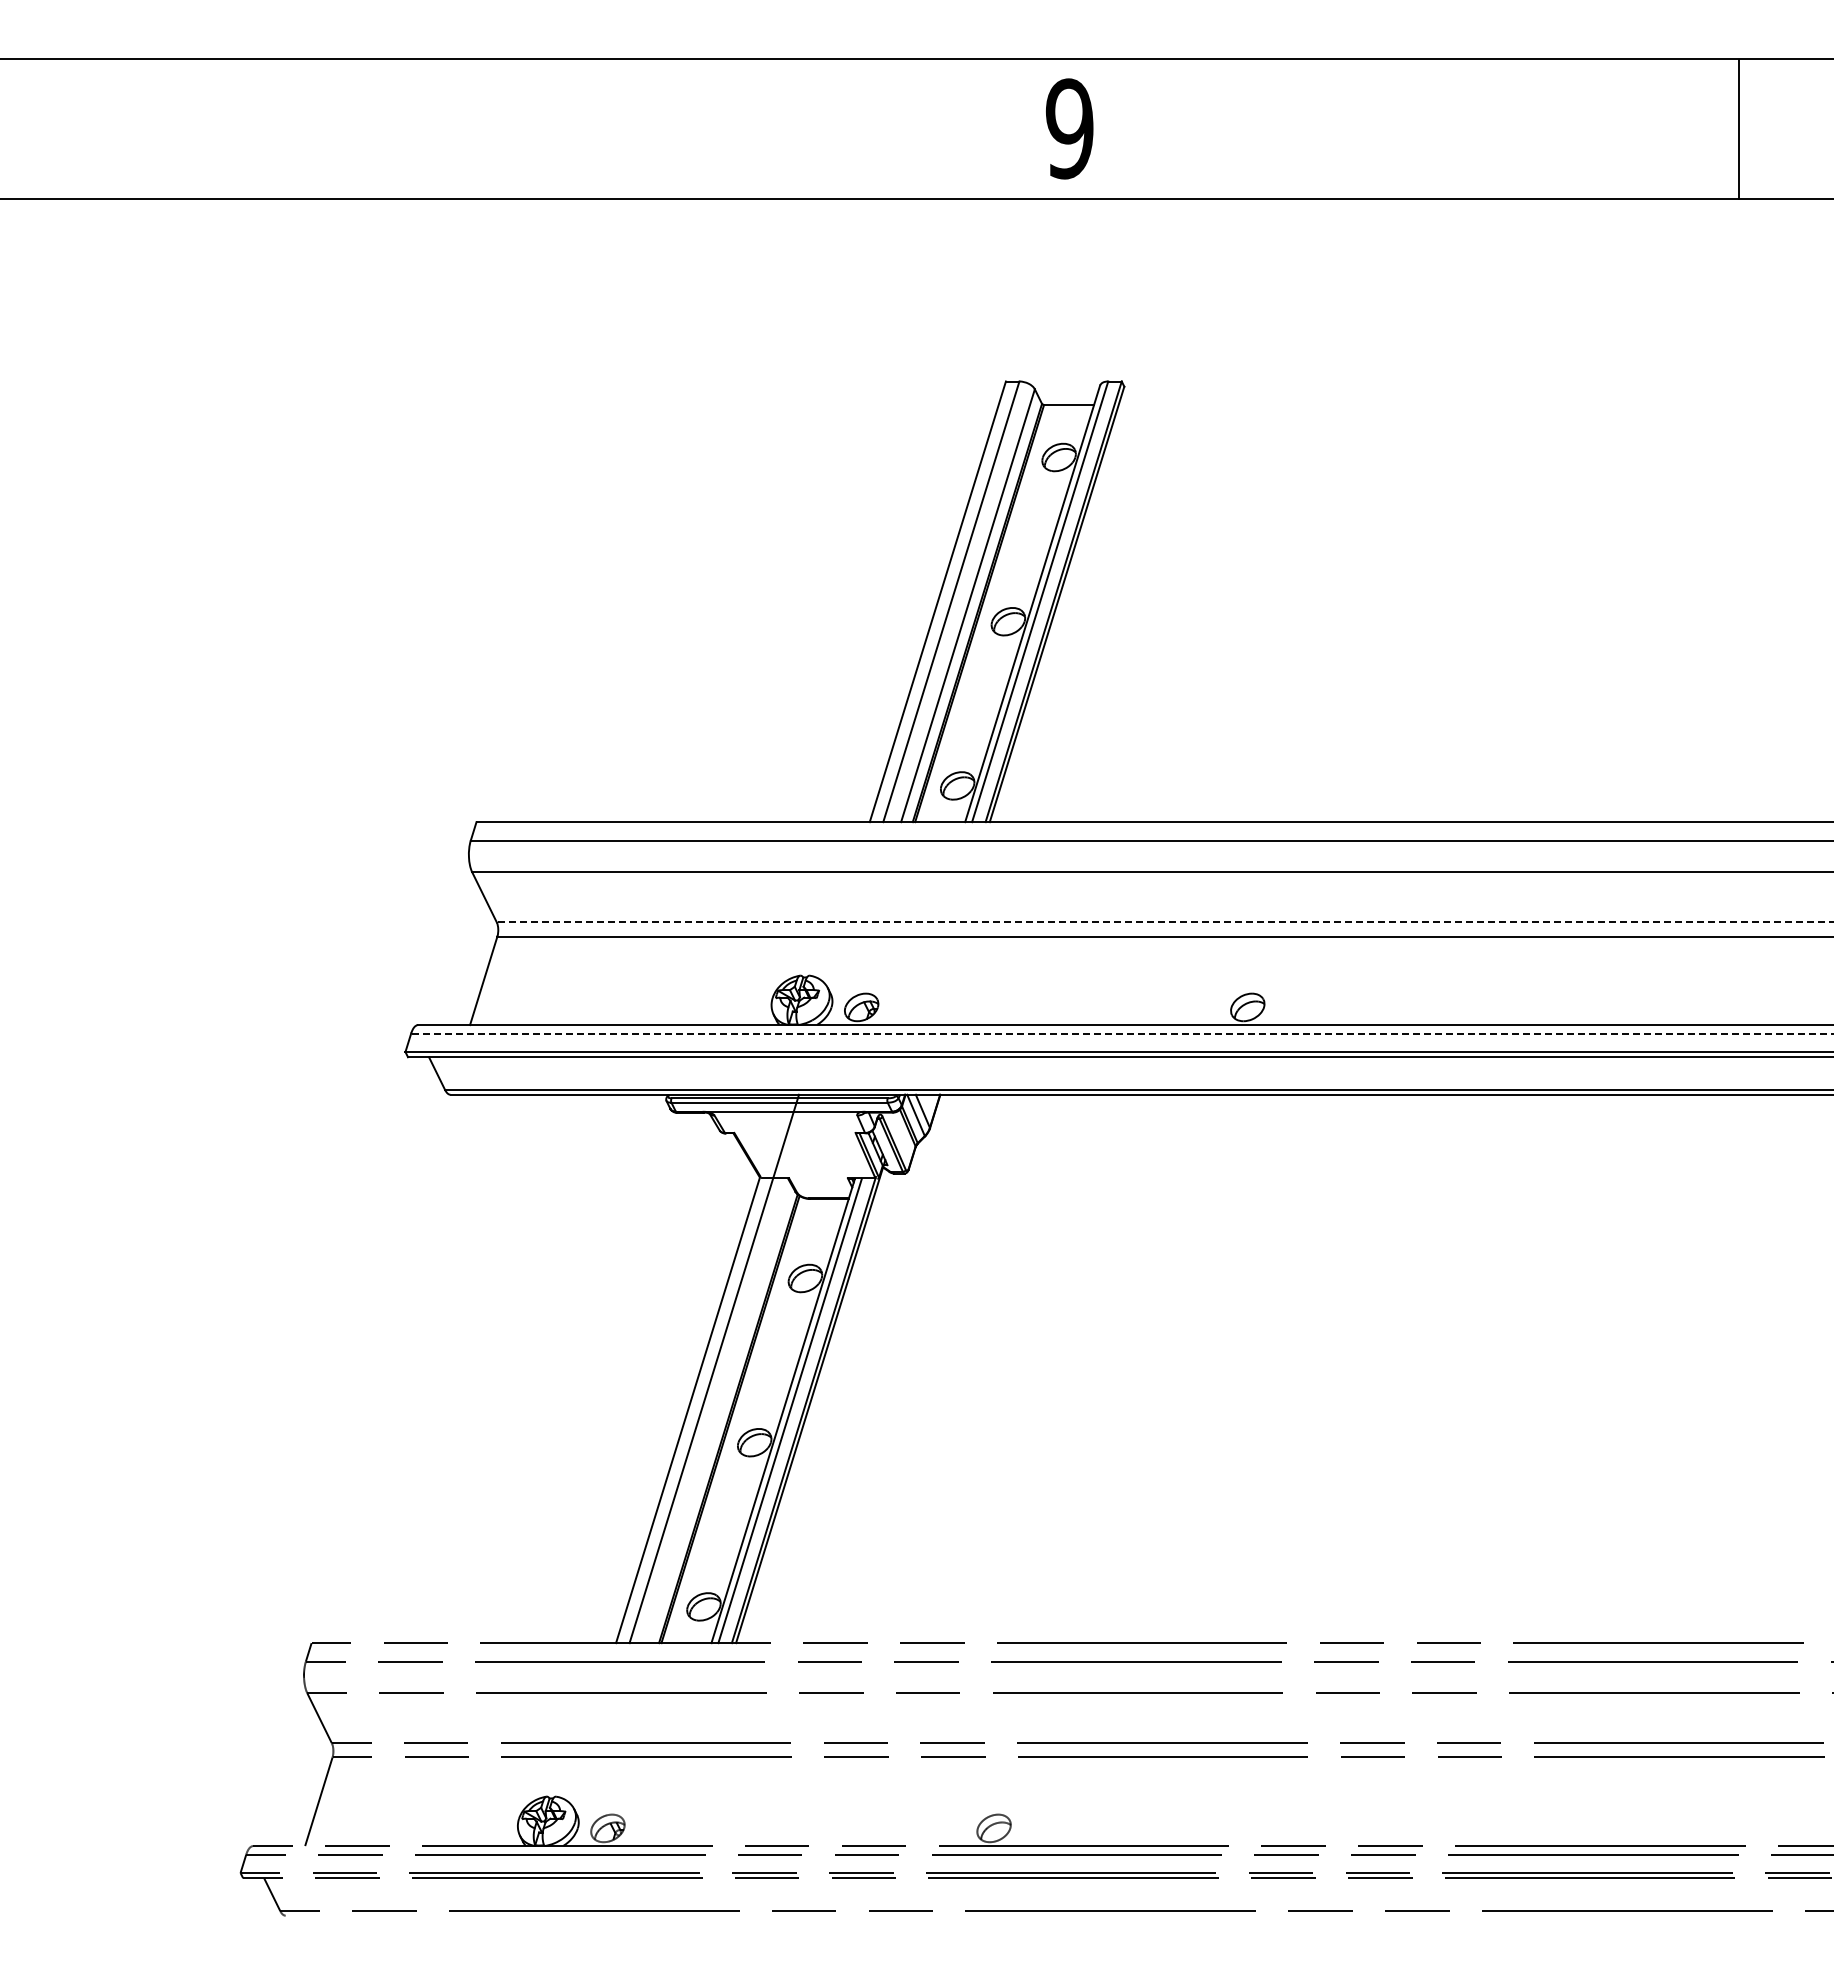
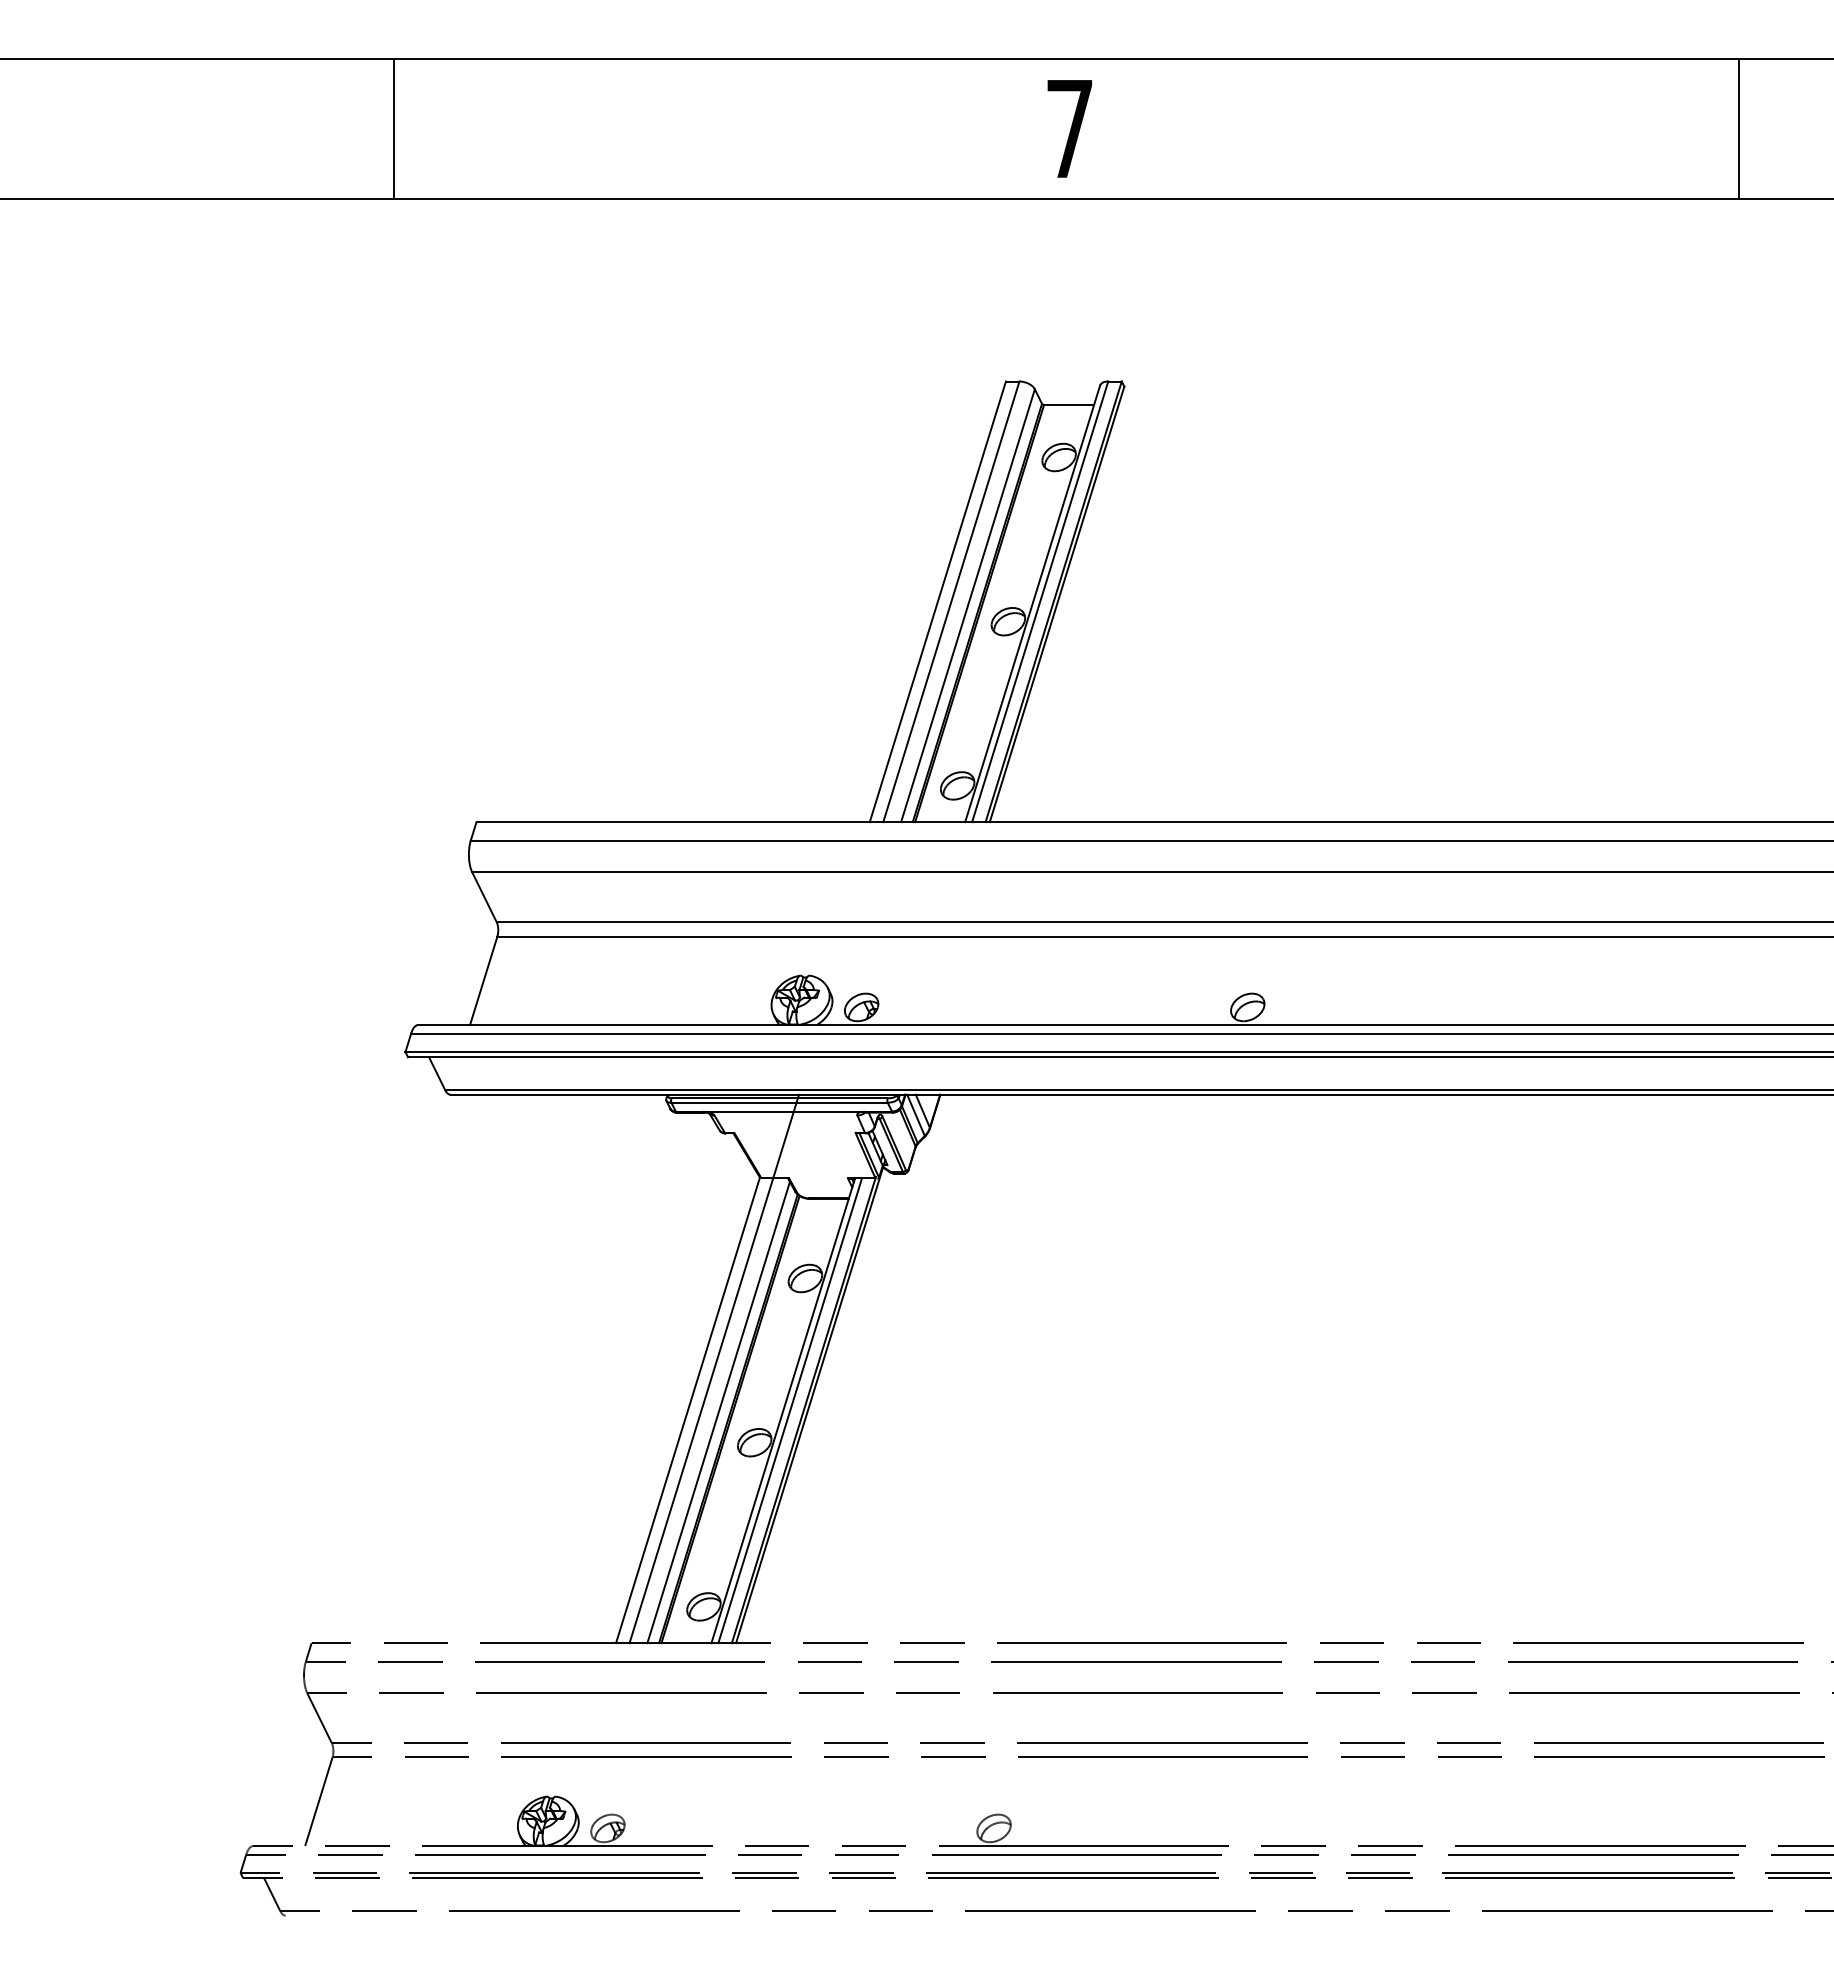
text at (1069, 128): 9 -> 7
line at (393, 129): none -> present
line at (1164, 922): dashed -> solid
line at (1122, 1033): dashed -> solid
line at (718, 1412): none -> present
